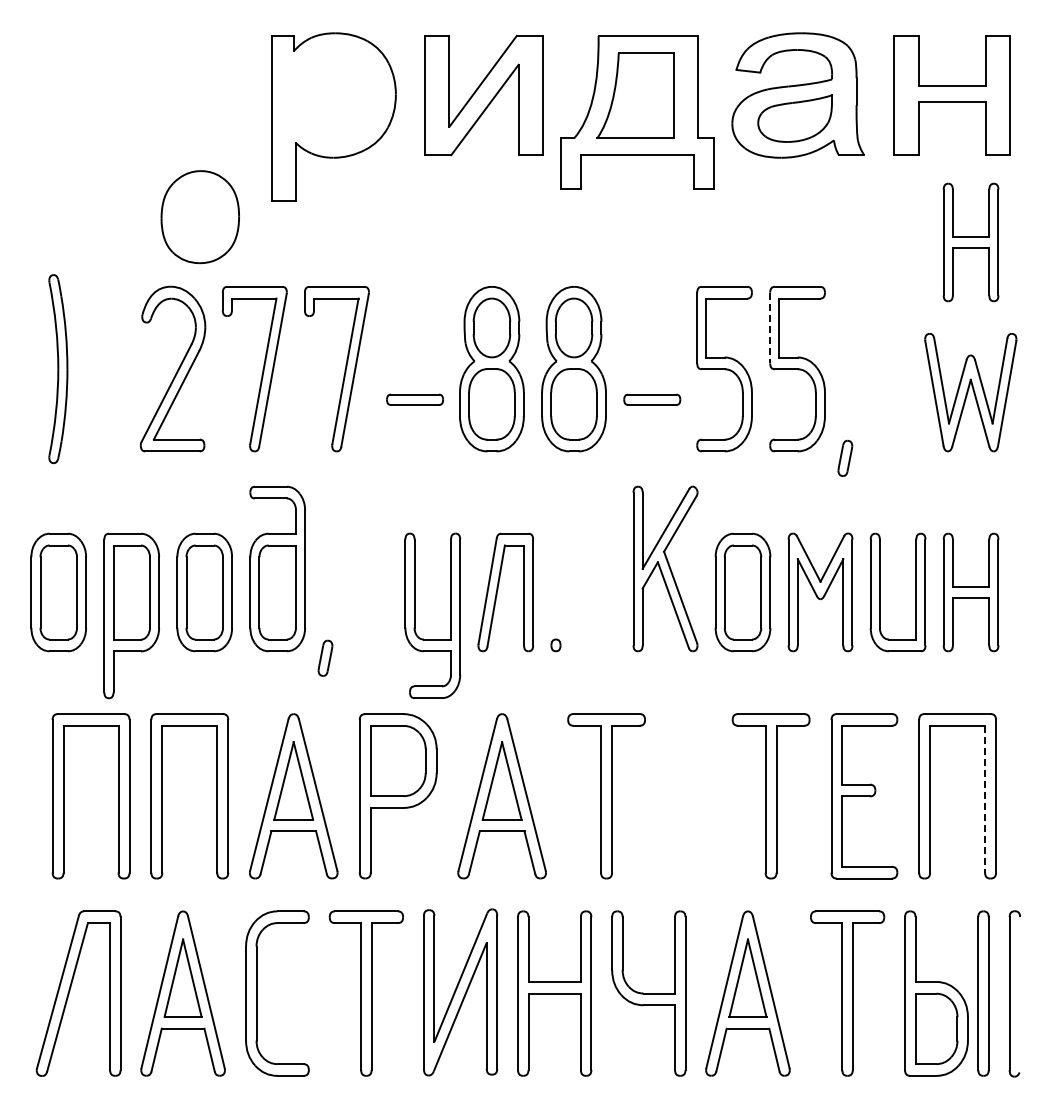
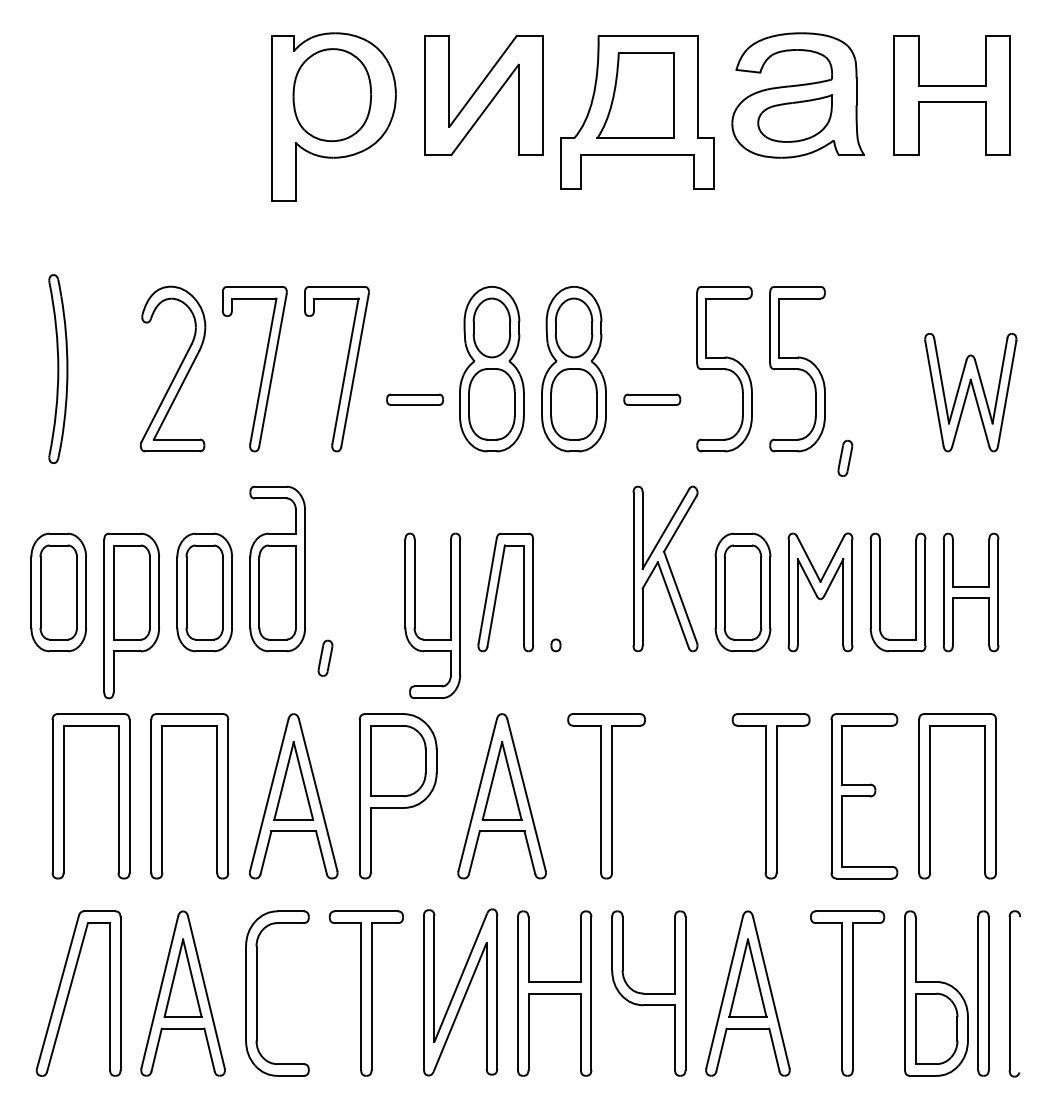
part at (199, 217) position: (199, 217) -> (331, 95)
part at (970, 242): present -> none
line at (770, 328): dashed -> solid
line at (985, 799): dashed -> solid
